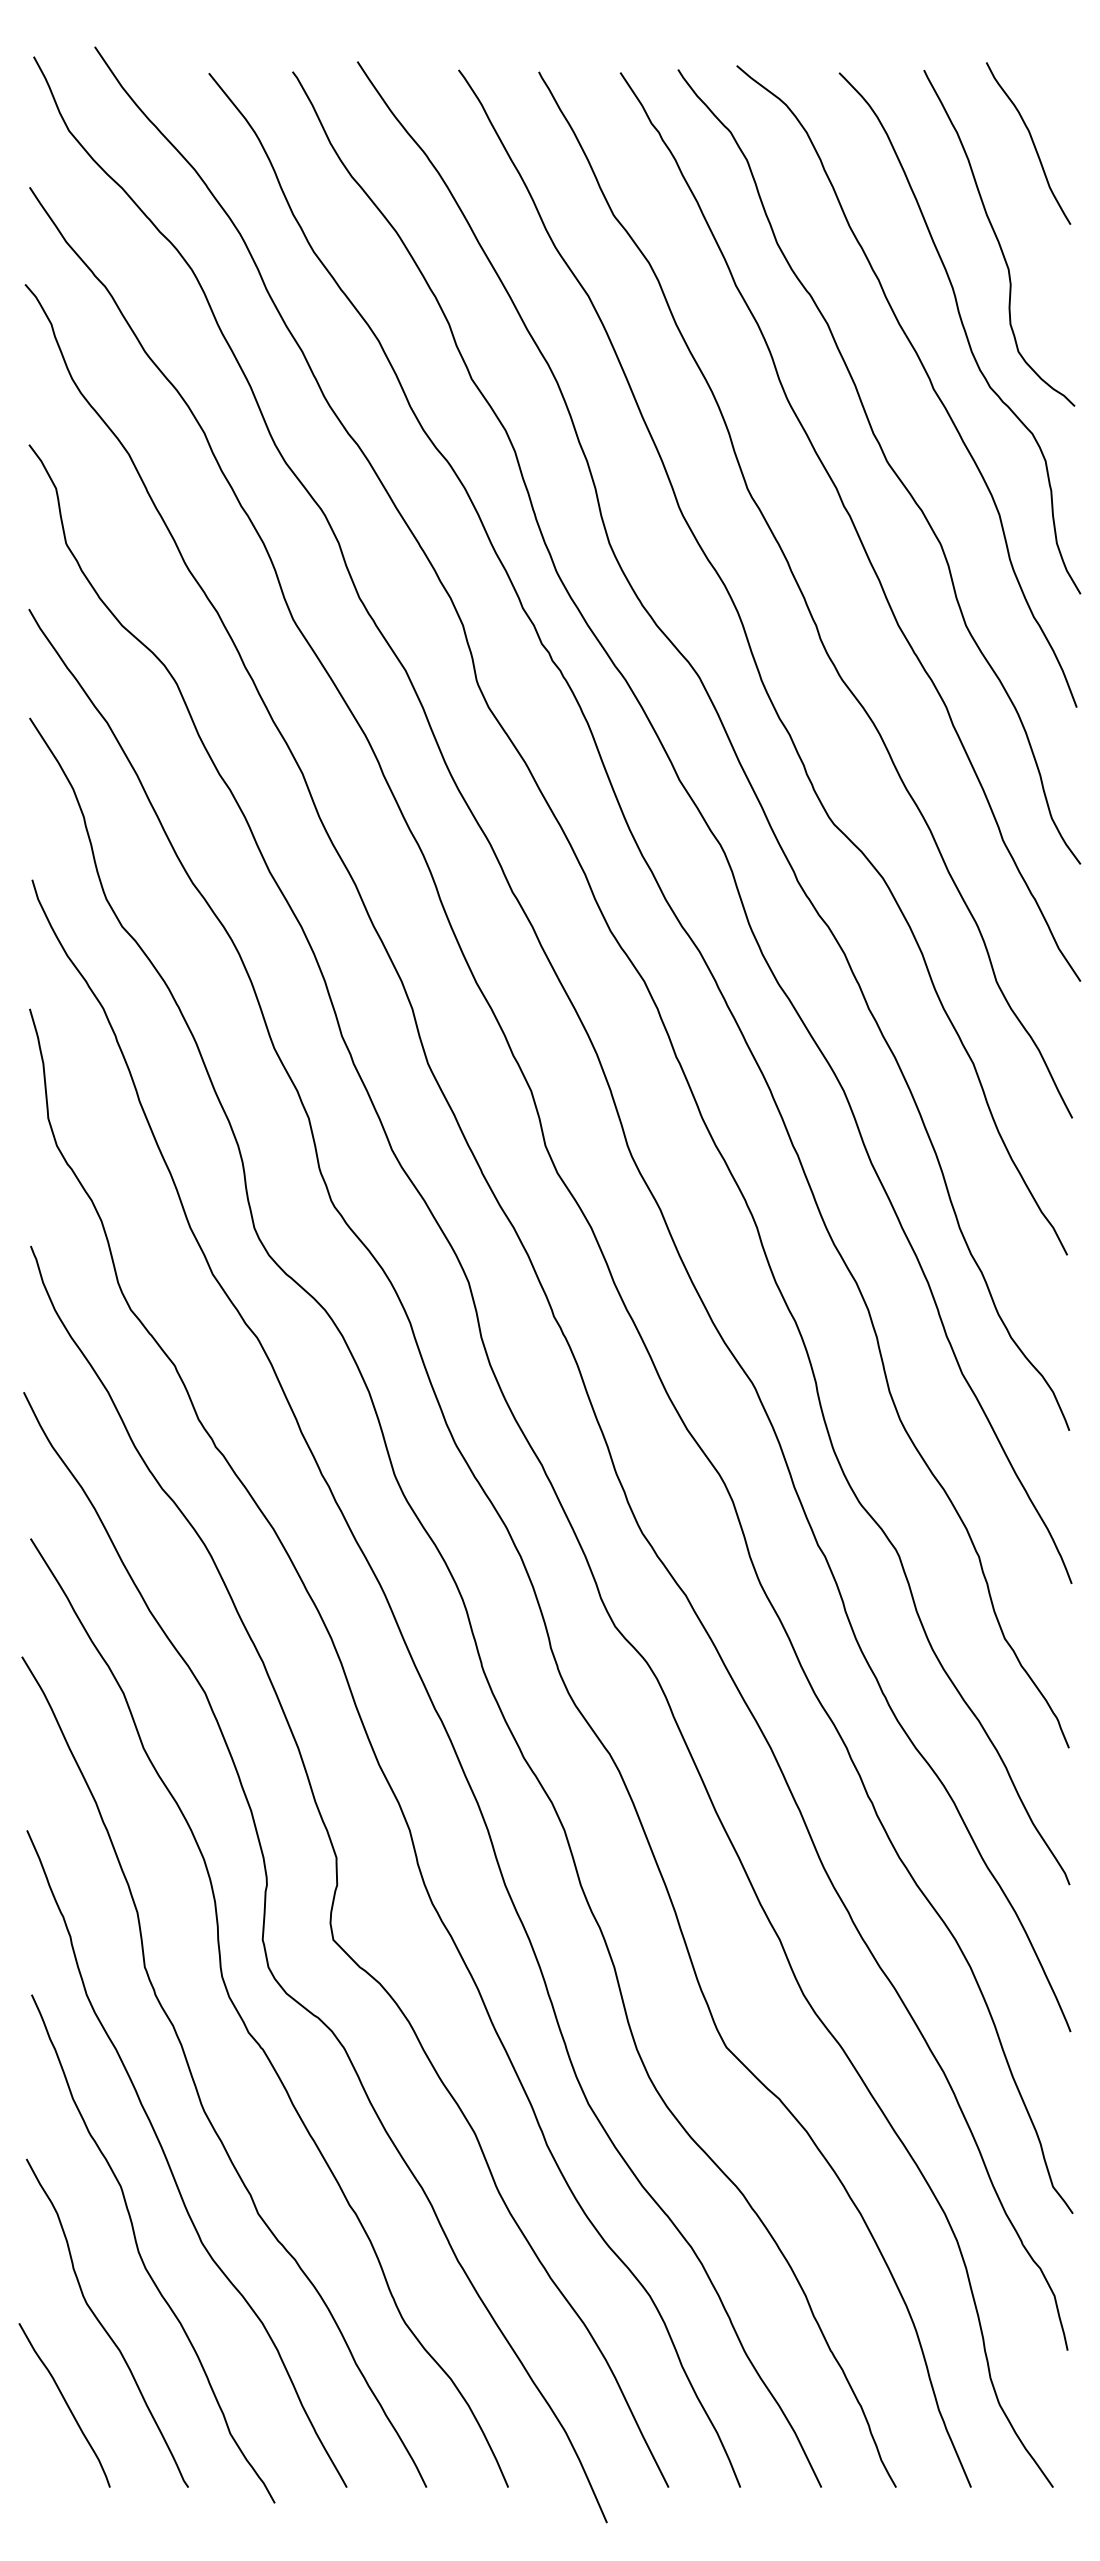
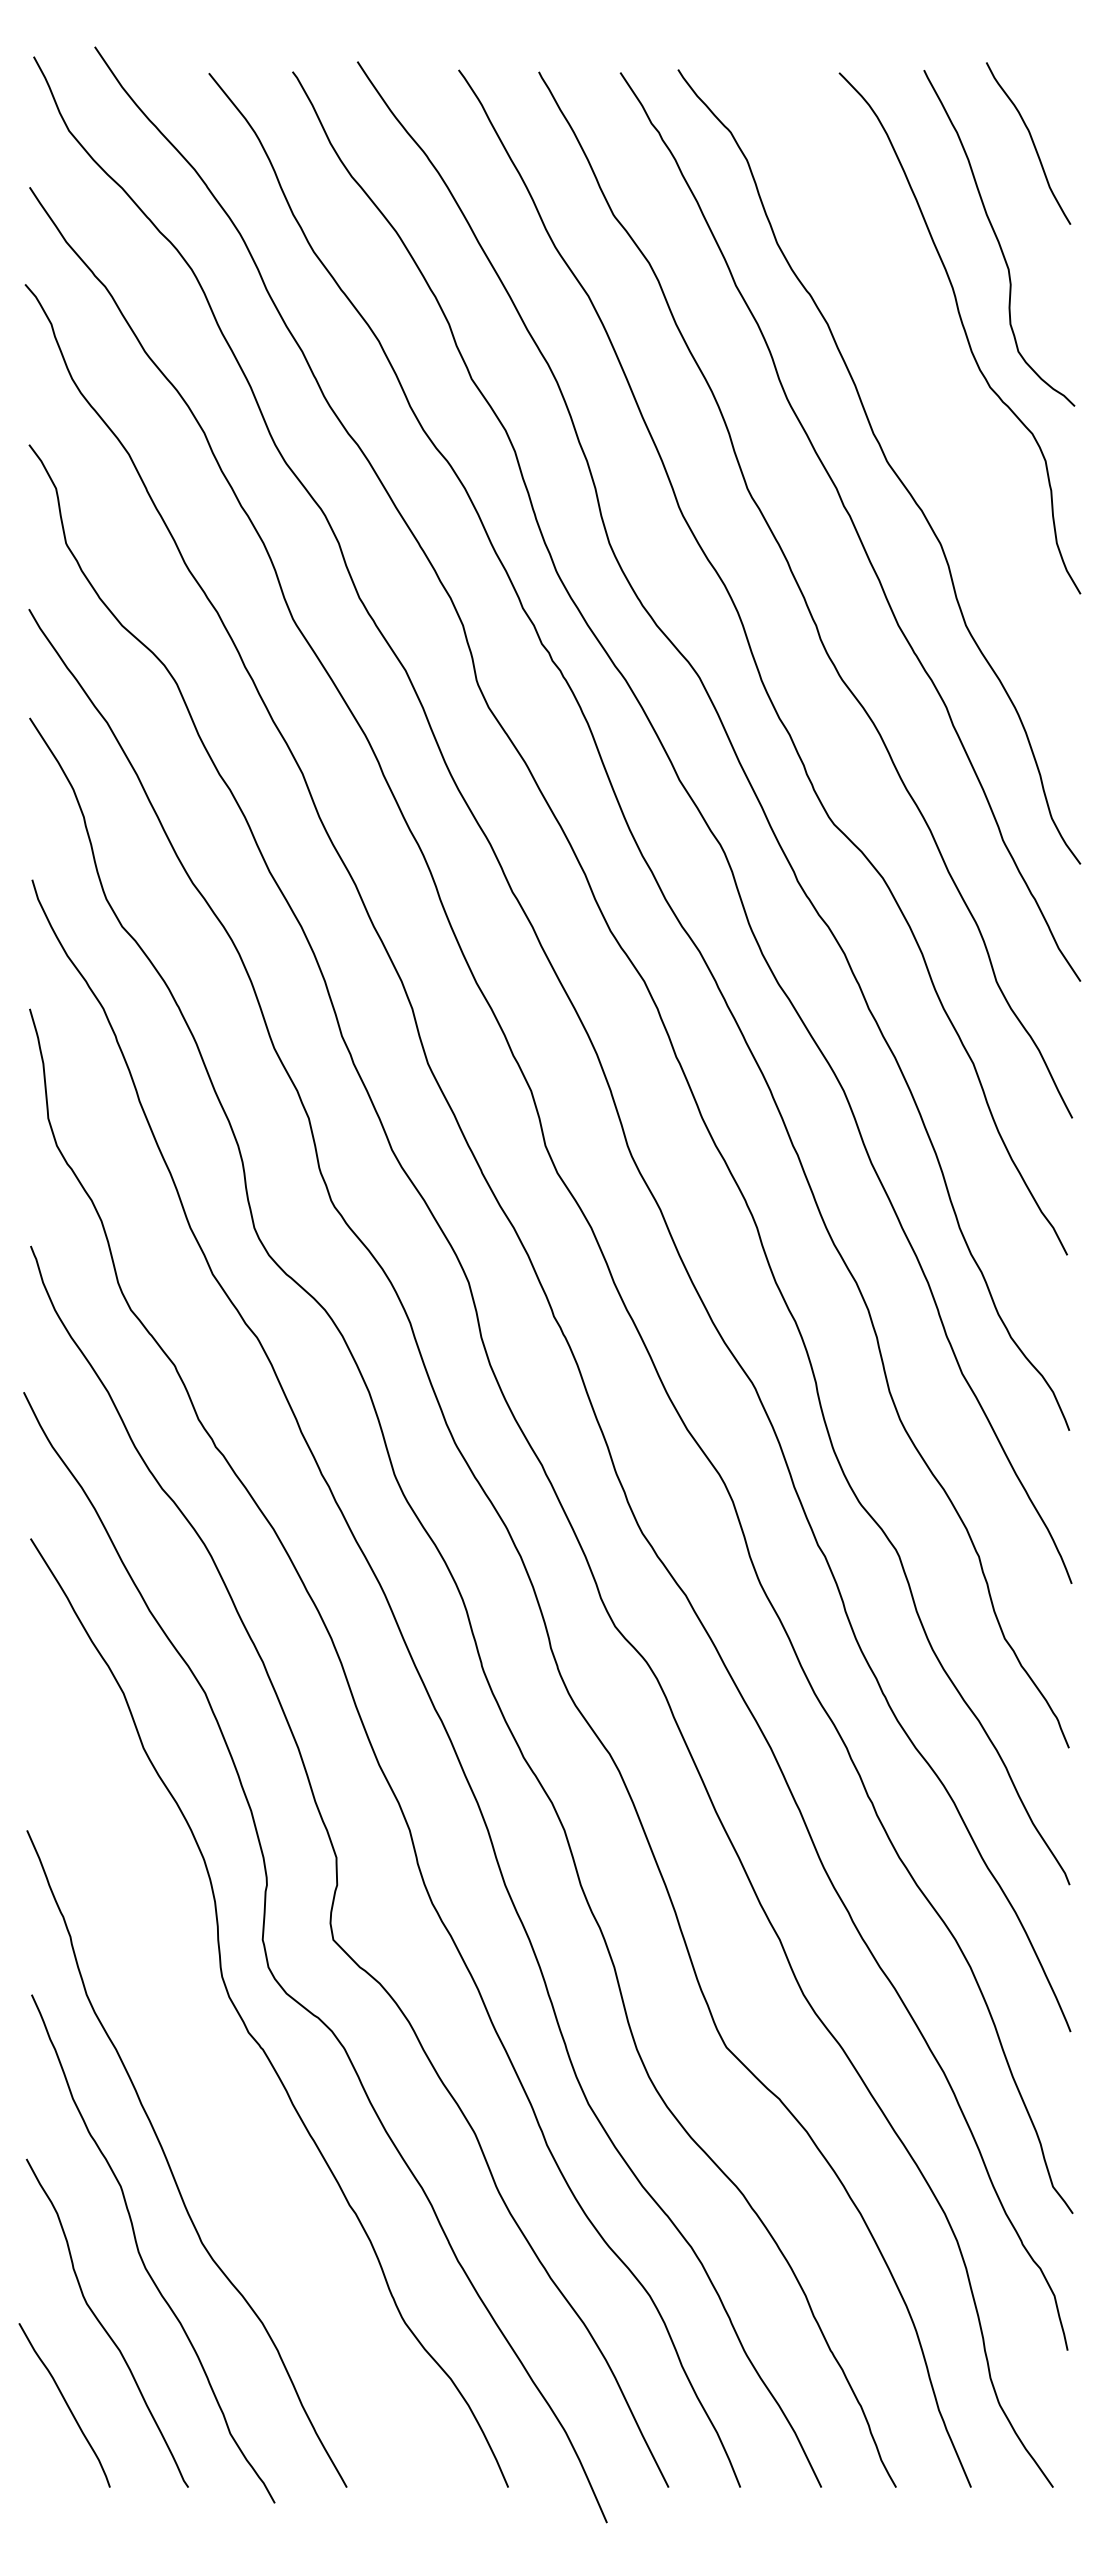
curve at (926, 375): present -> none
curve at (195, 2082): present -> none
